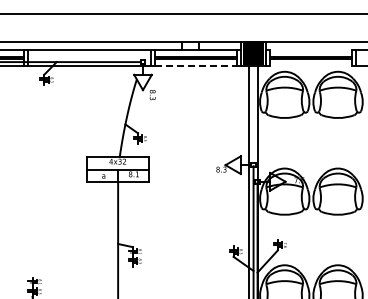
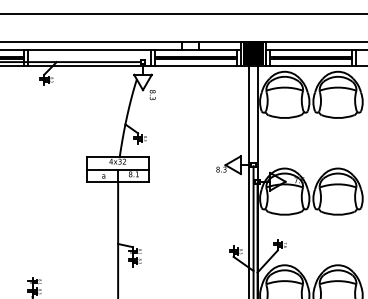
line at (310, 49): none -> present
line at (196, 66): dashed -> solid
line at (310, 66): none -> present
